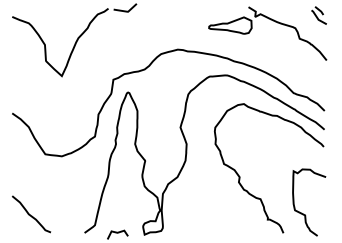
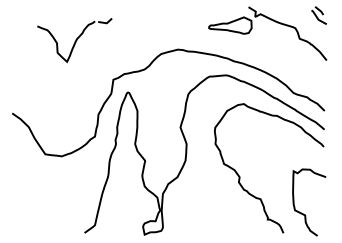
part at (74, 40) size: 126x75 px -> 76x46 px
curve at (30, 214): present -> none
line at (117, 233): present -> none
